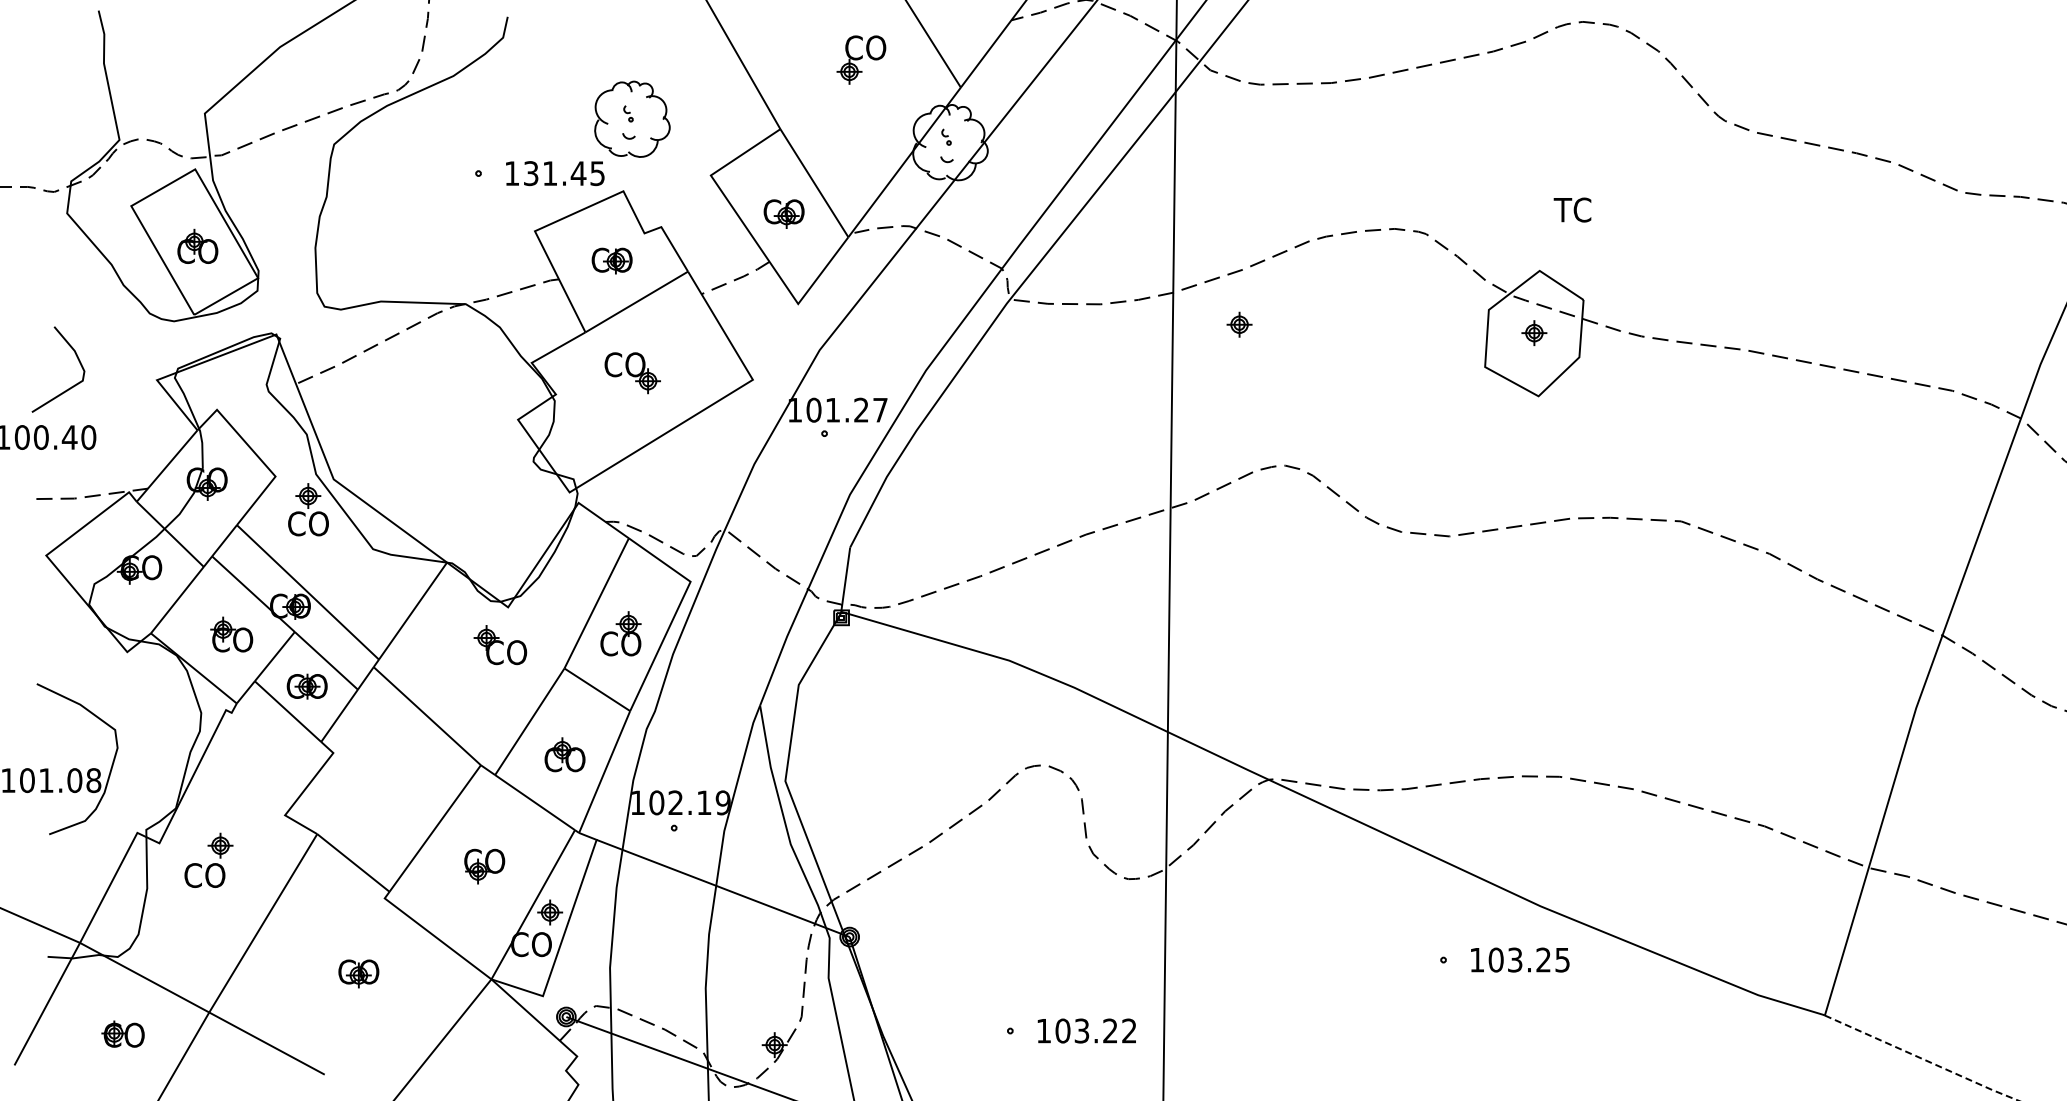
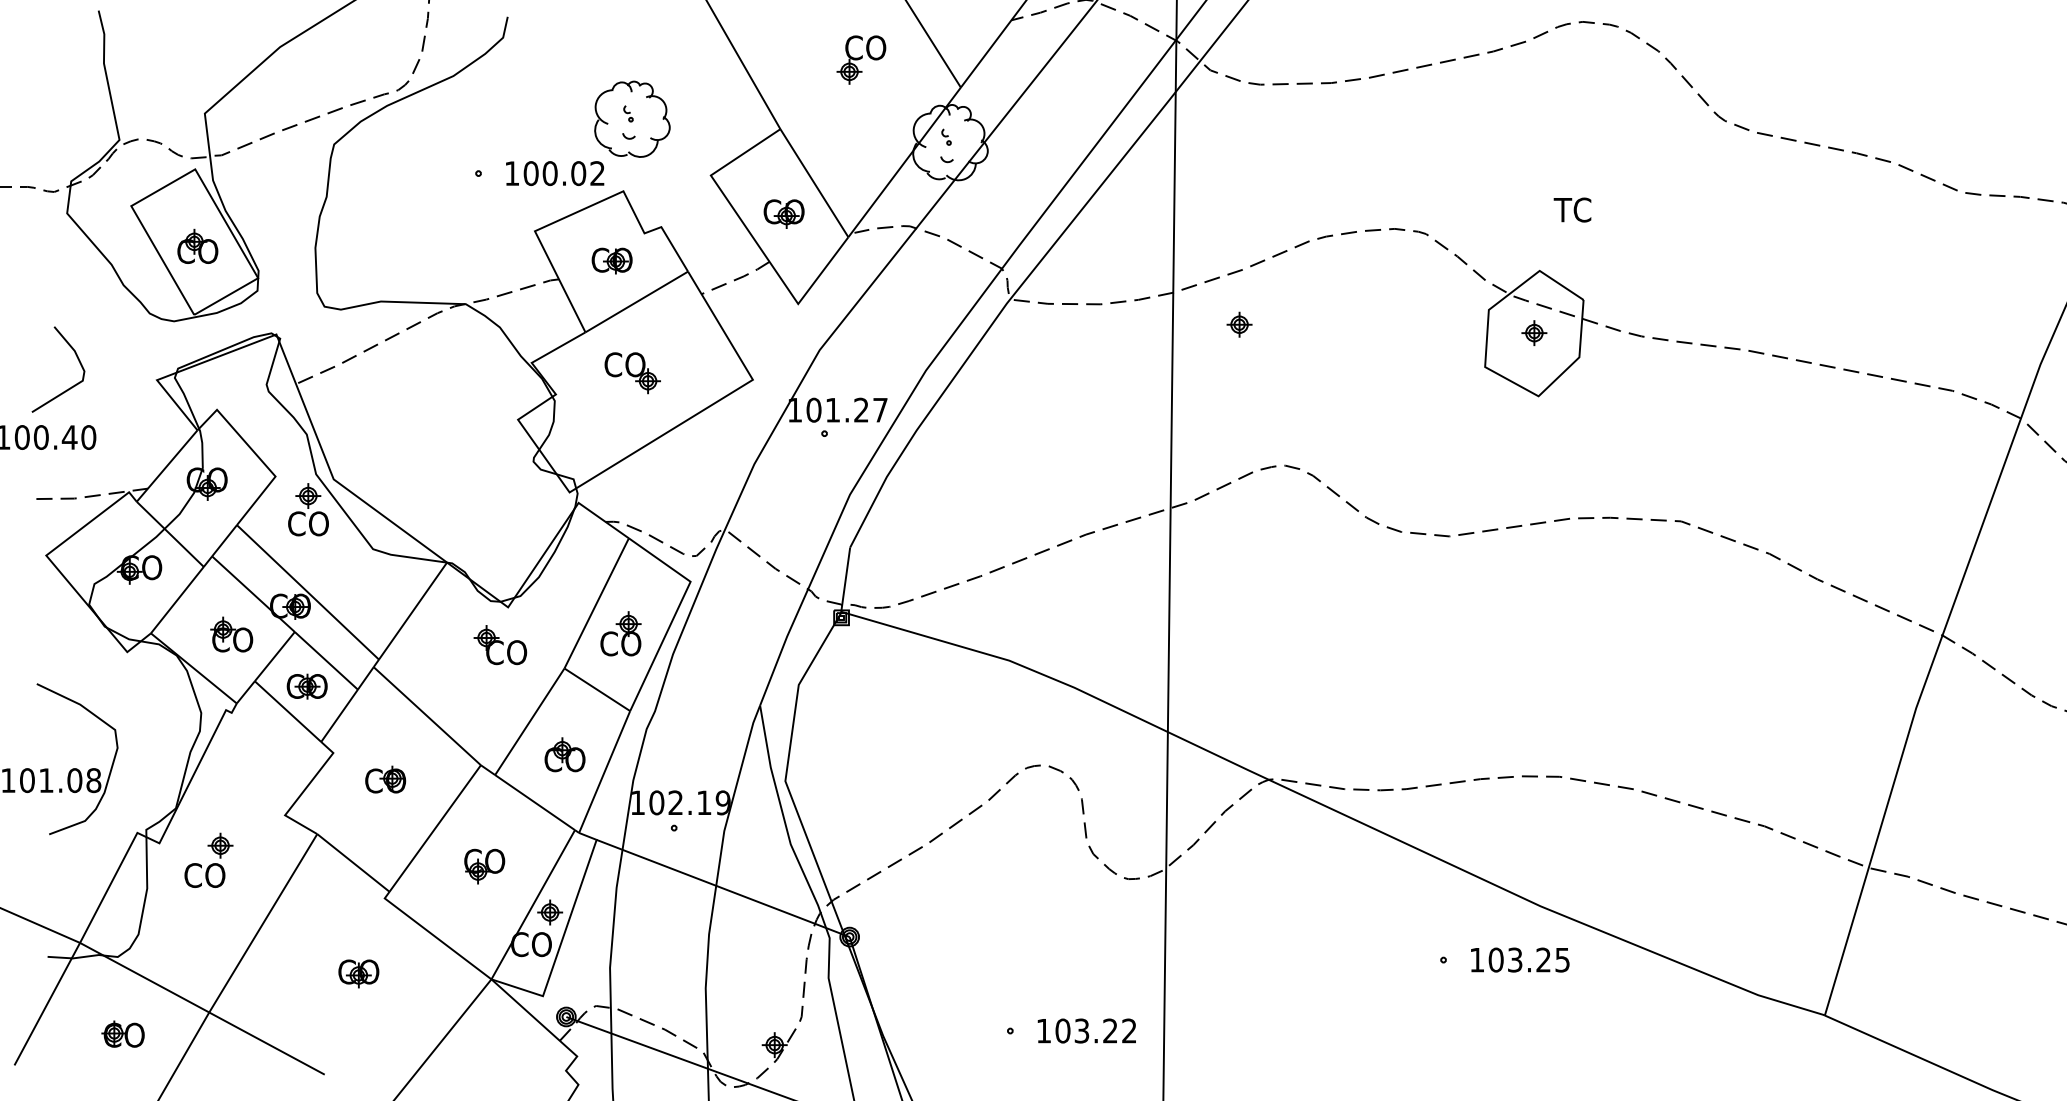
text at (563, 173): 131.45 -> 100.02
part at (385, 779): none -> present
line at (1922, 1058): dashed -> solid
